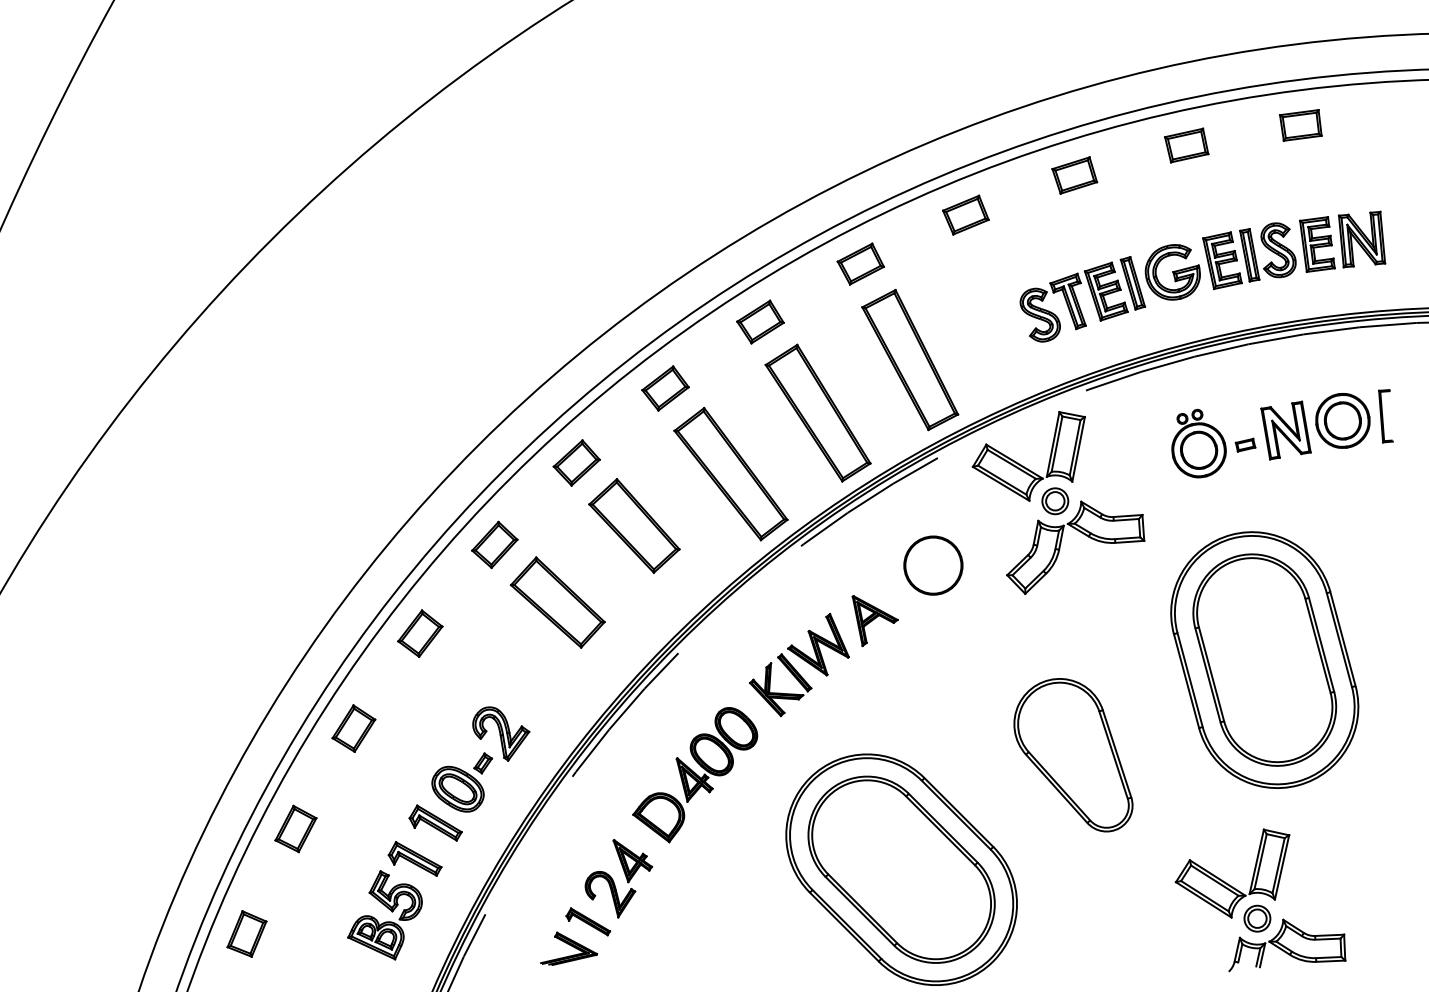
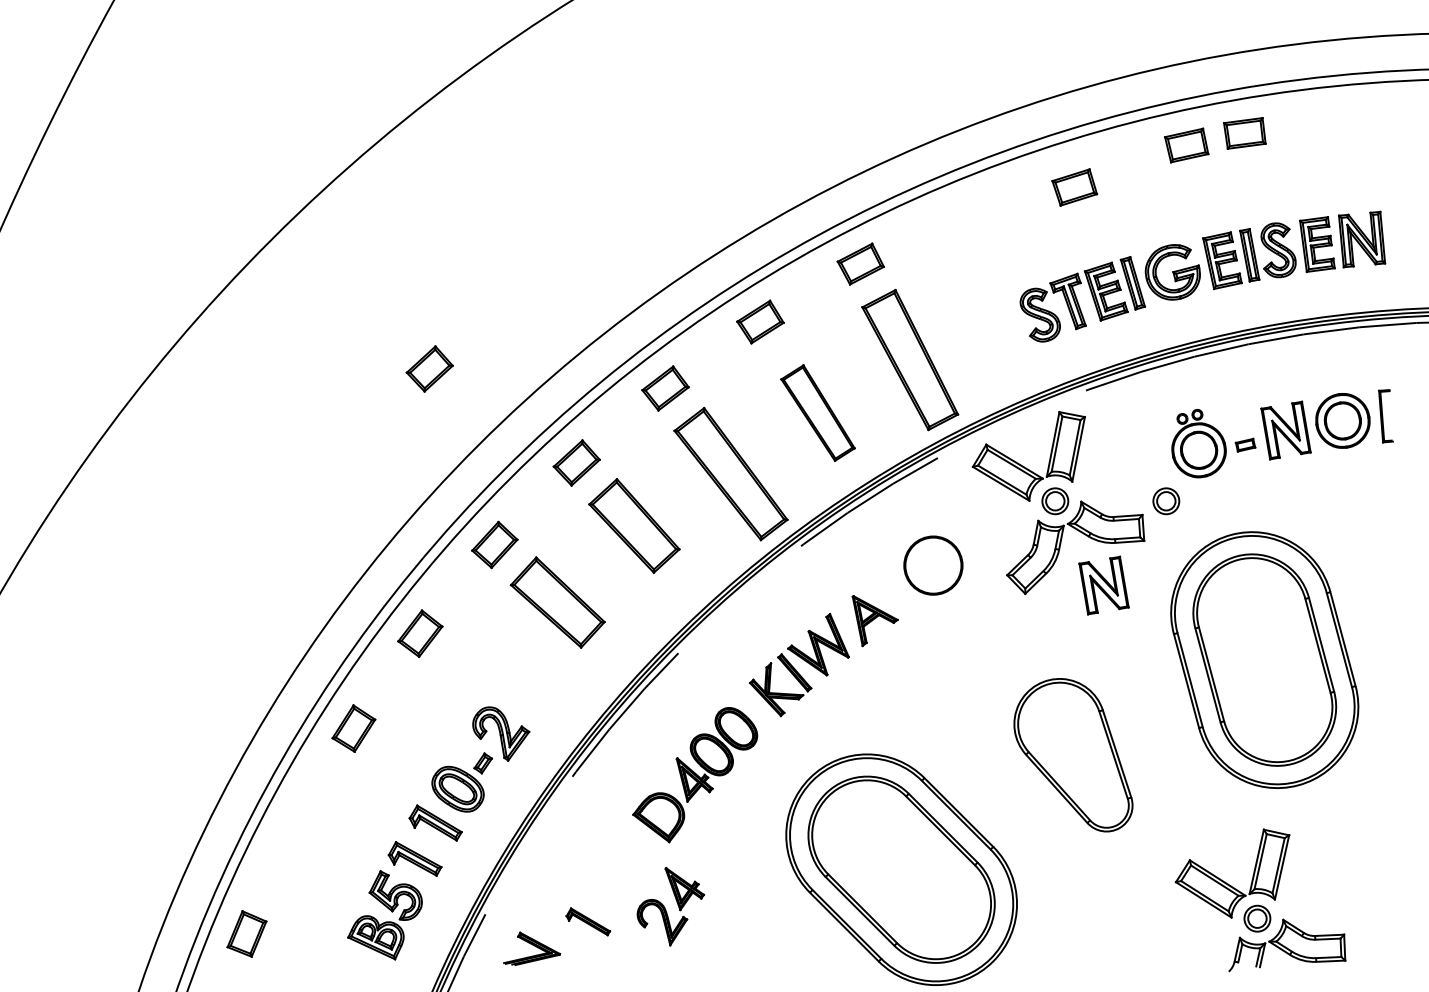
part at (1300, 125) position: (1300, 125) -> (1244, 133)
part at (1074, 175) position: (1074, 175) -> (1074, 187)
part at (965, 214): present -> none
part at (429, 368): none -> present
part at (817, 412) size: 108x140 px -> 76x98 px
part at (1166, 501): none -> present
part at (1103, 585): none -> present
part at (295, 828): present -> none
part at (618, 878) position: (618, 878) -> (670, 906)
part at (569, 948) position: (569, 948) -> (532, 948)
